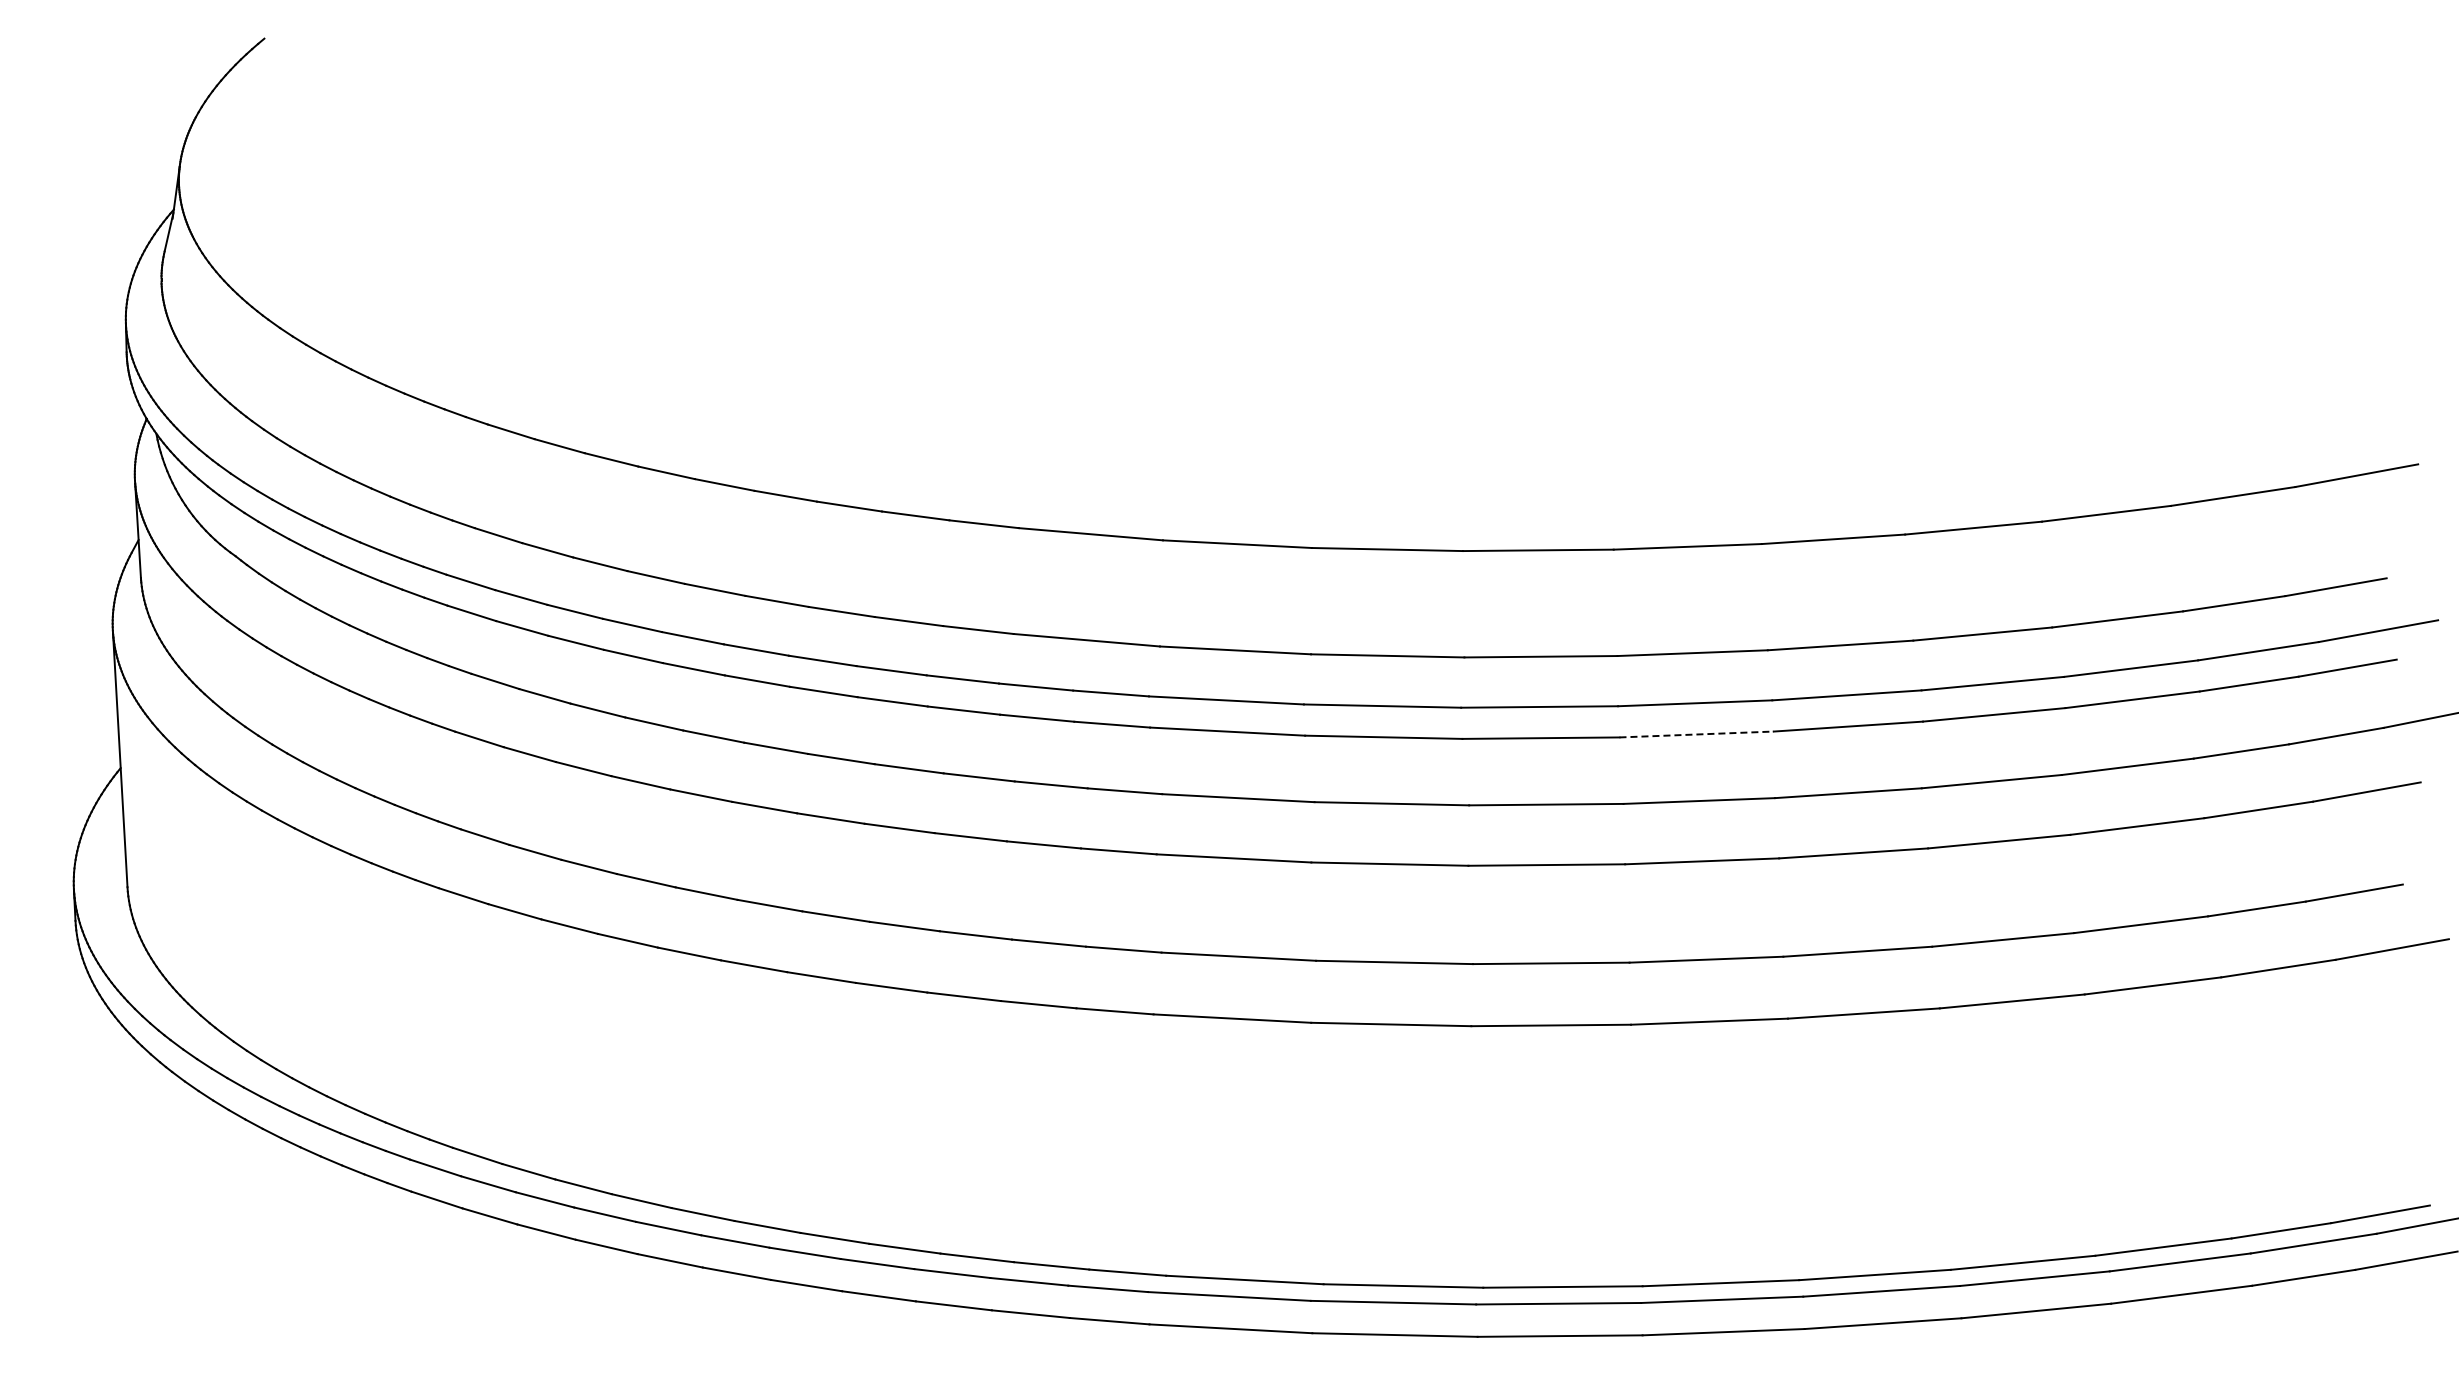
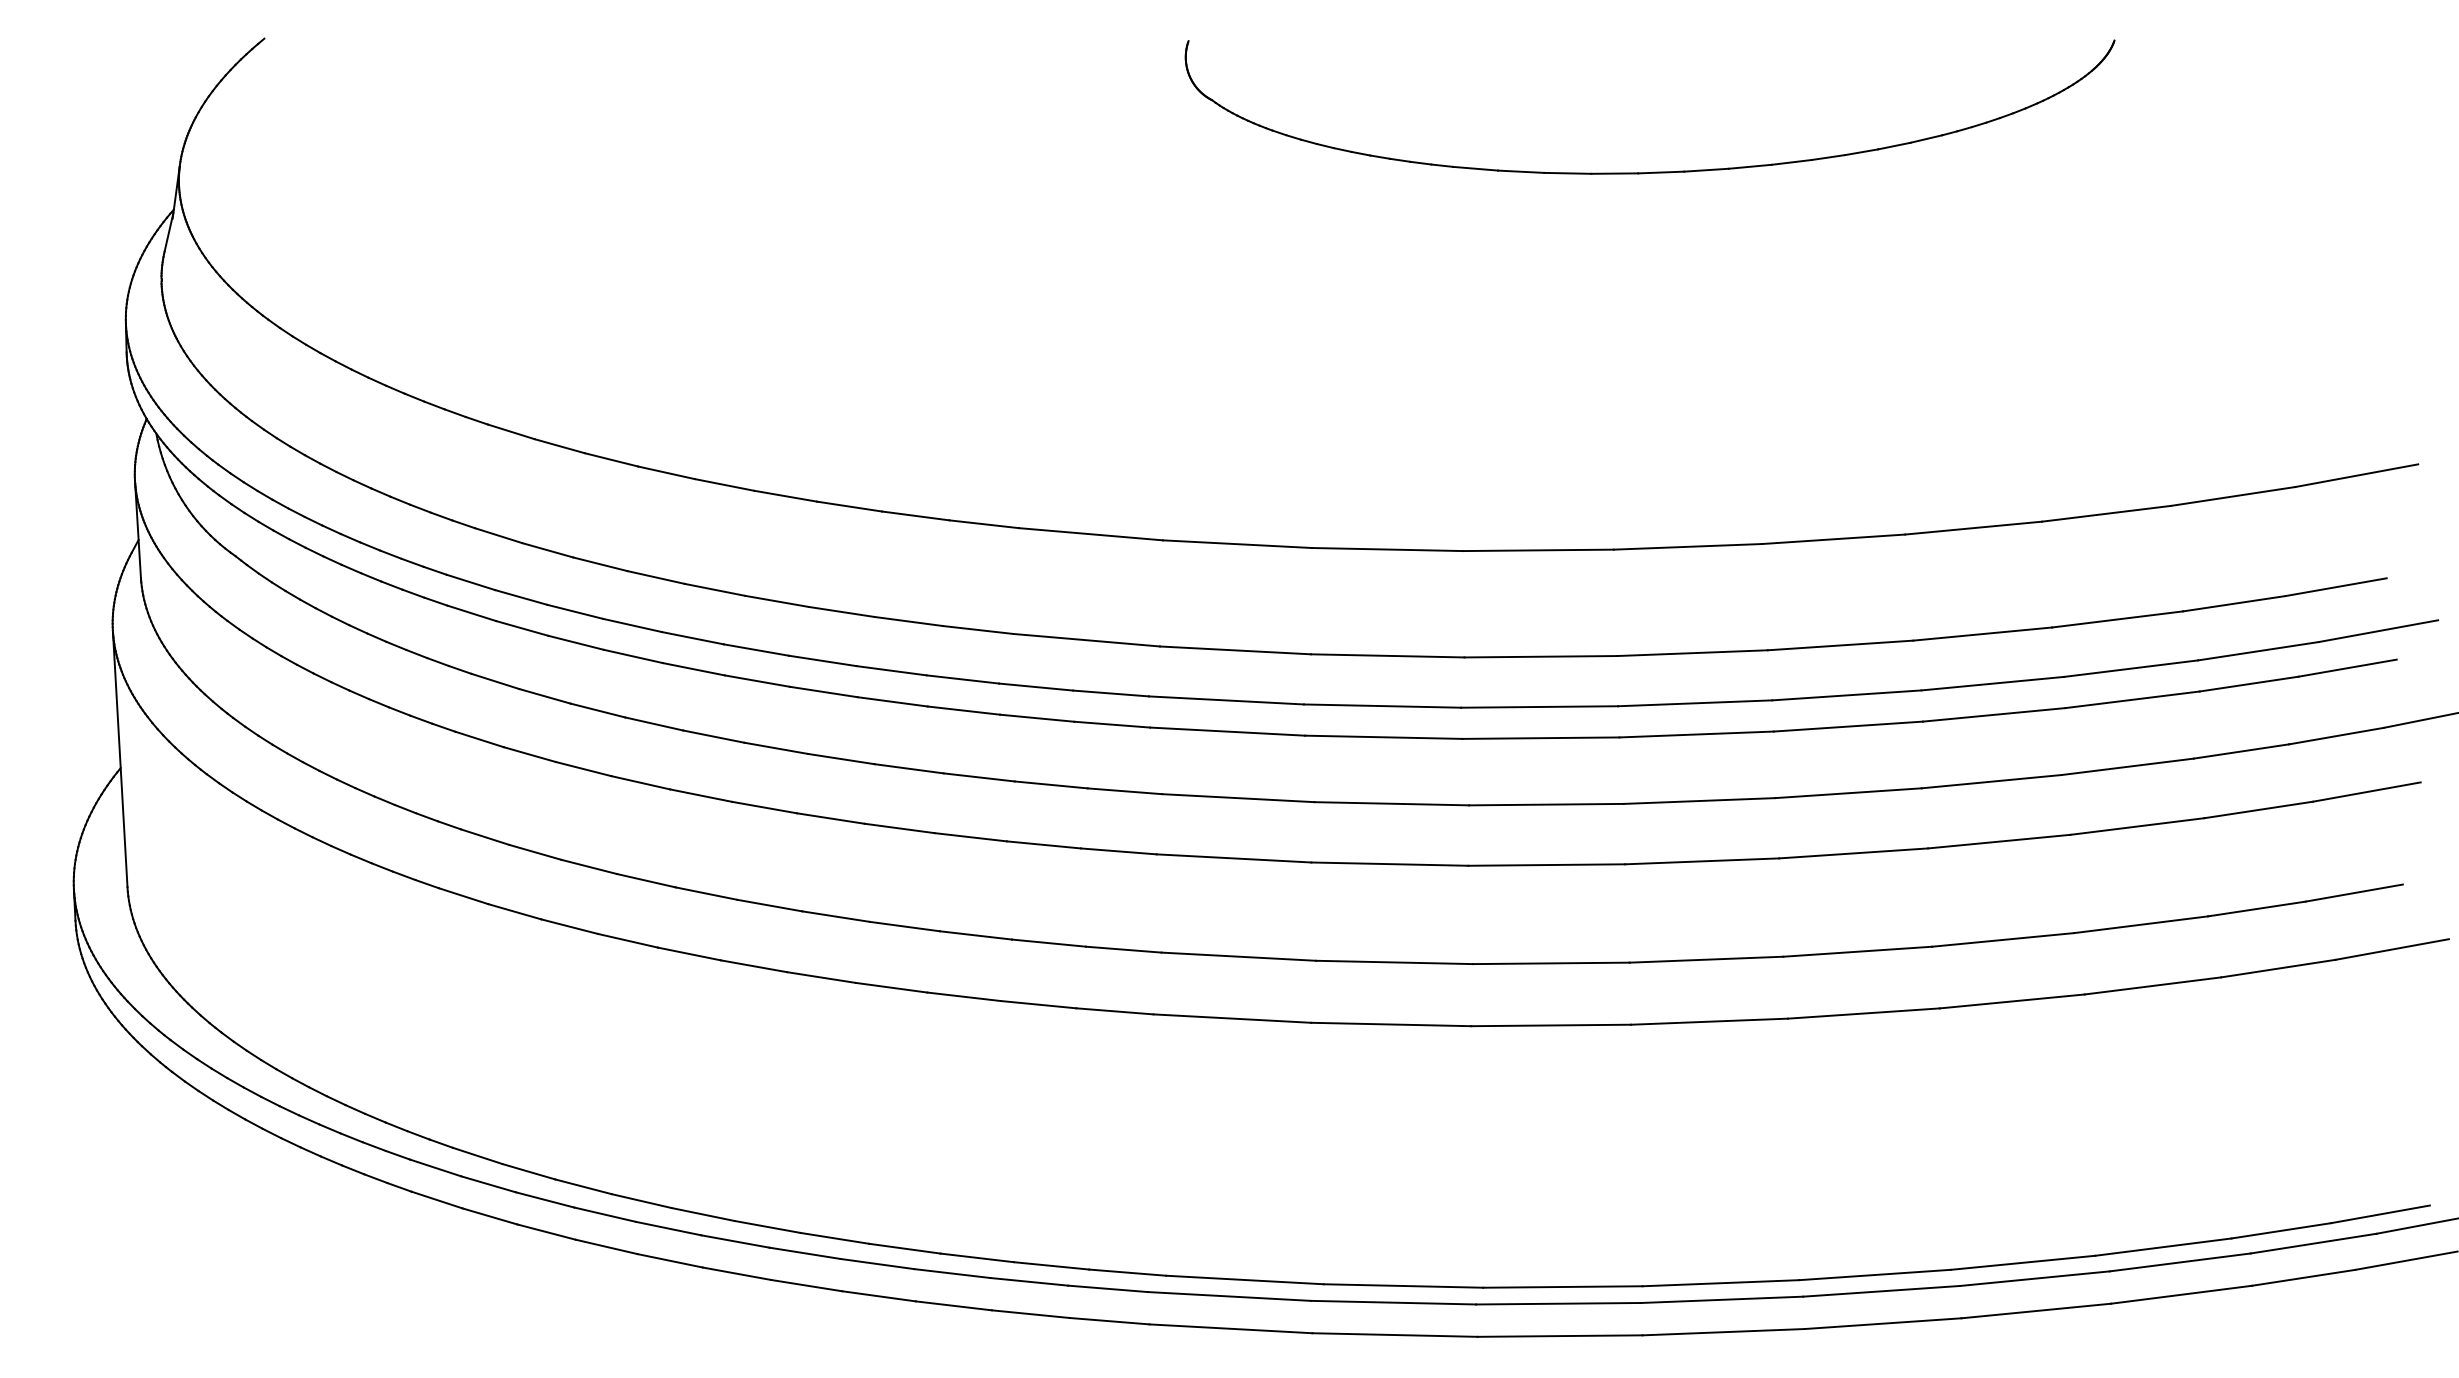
part at (1653, 171): none -> present
line at (1697, 734): dashed -> solid
